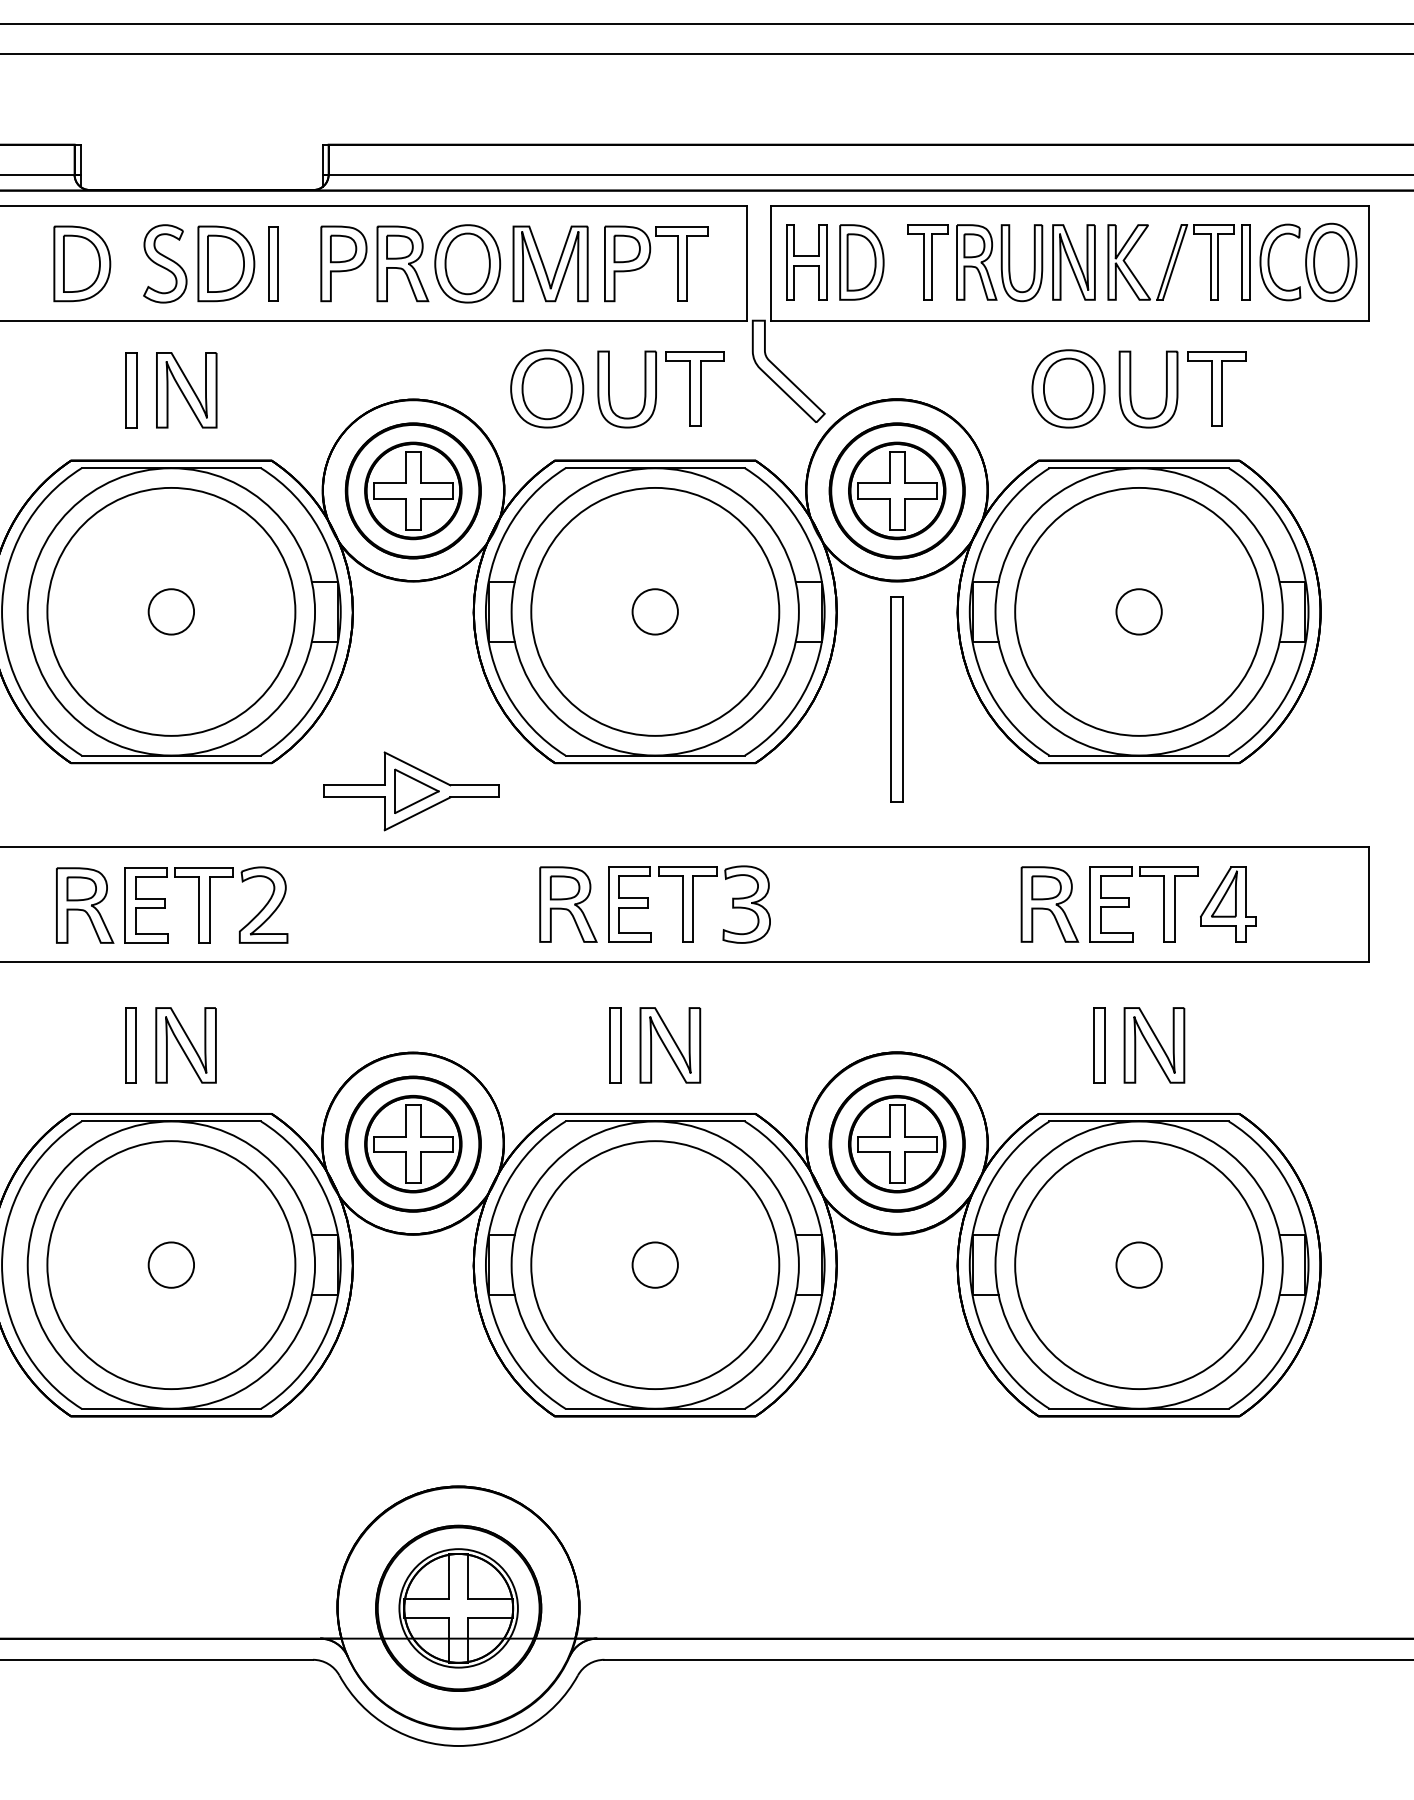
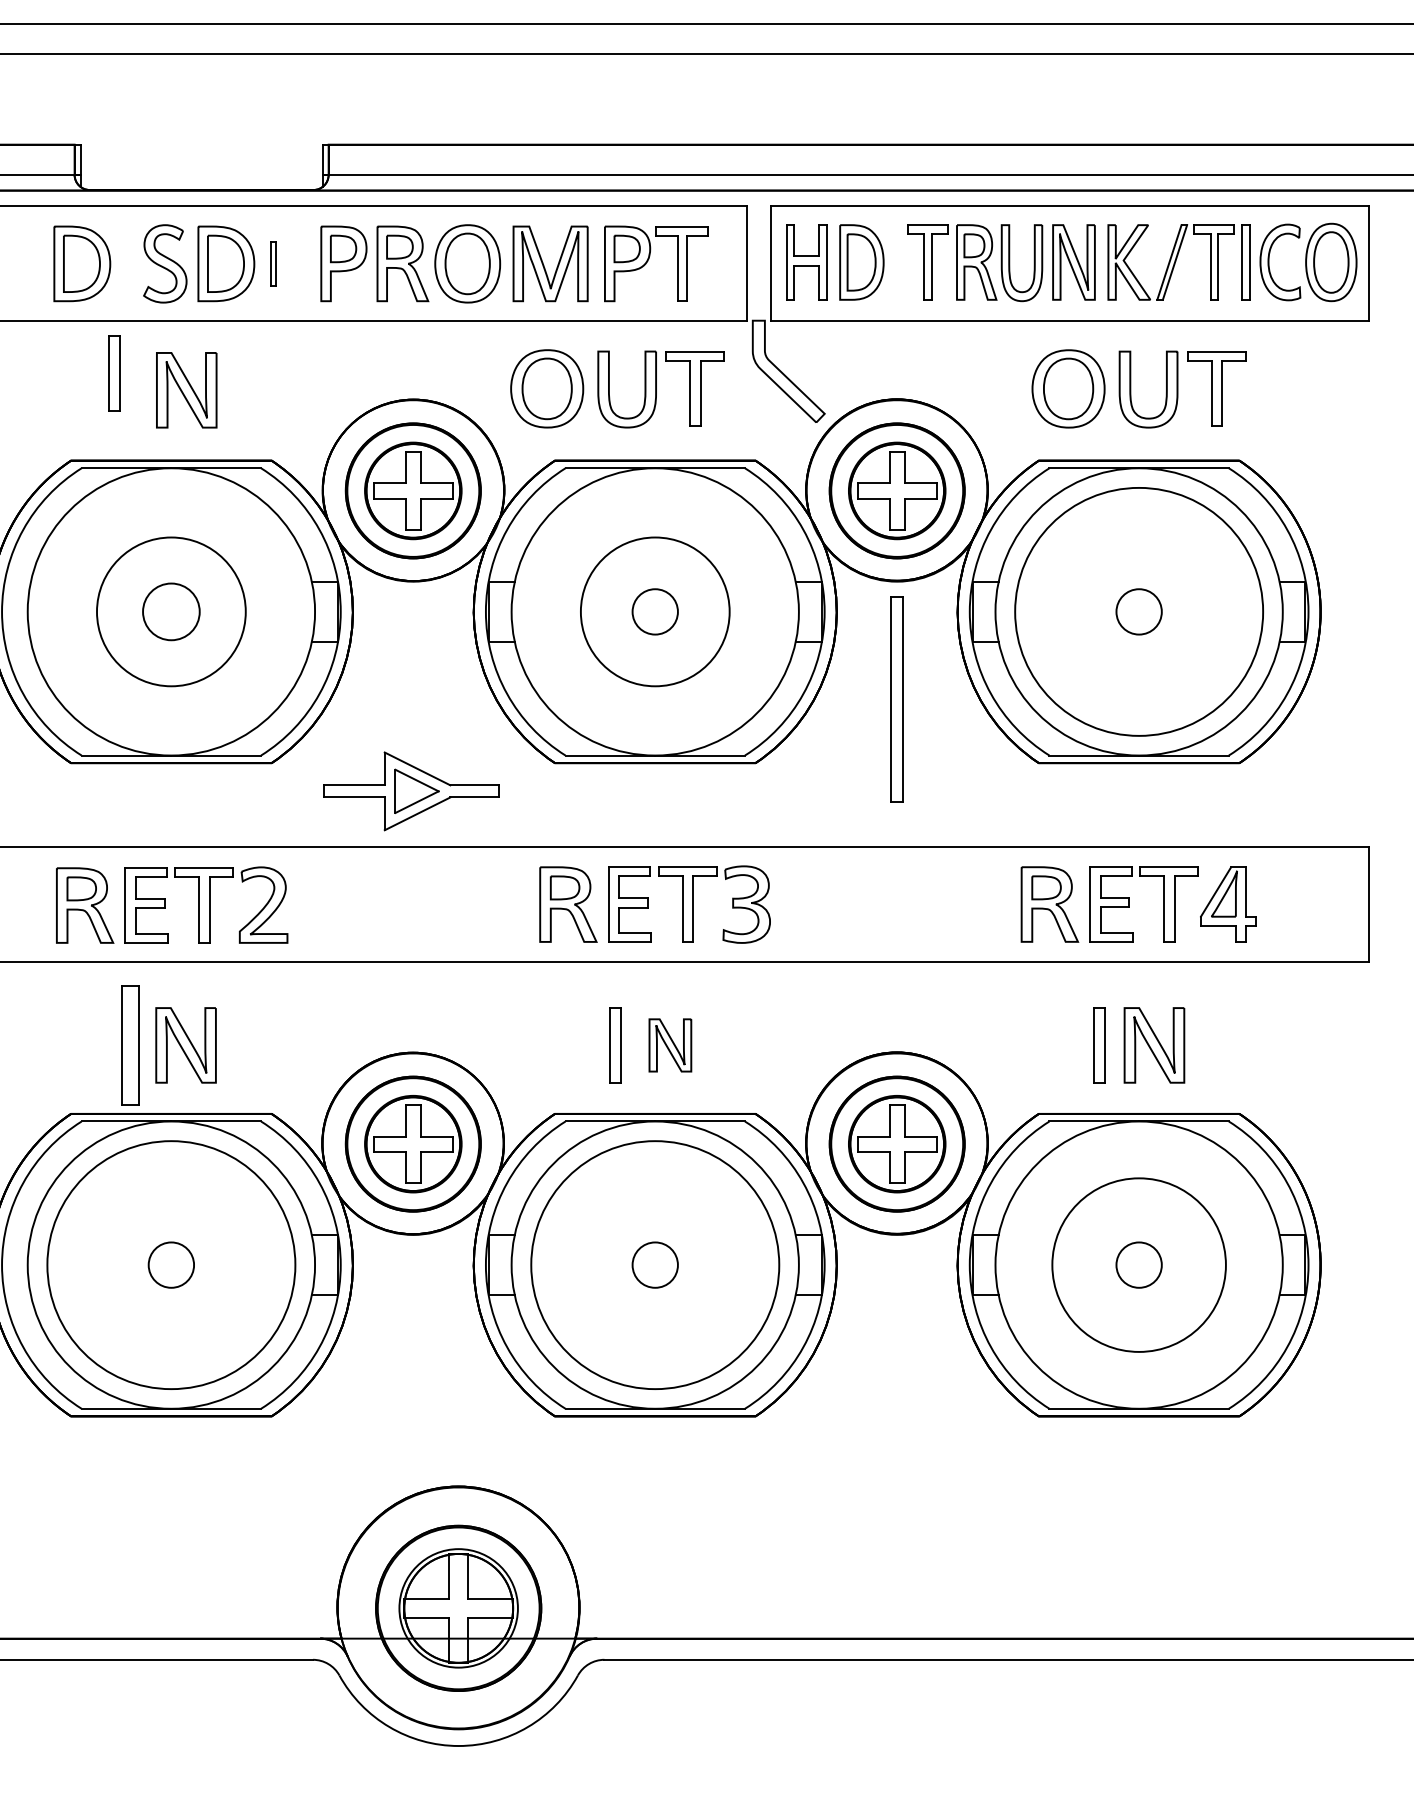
part at (273, 263) size: 11x76 px -> 7x46 px
part at (131, 390) position: (131, 390) -> (114, 373)
circle at (171, 611) diameter: 248 px -> 149 px
circle at (171, 611) diameter: 45 px -> 57 px
circle at (655, 611) diameter: 248 px -> 149 px
part at (130, 1045) size: 12x77 px -> 19x121 px
part at (670, 1045) size: 63x77 px -> 45x55 px
circle at (1139, 1265) diameter: 248 px -> 174 px
